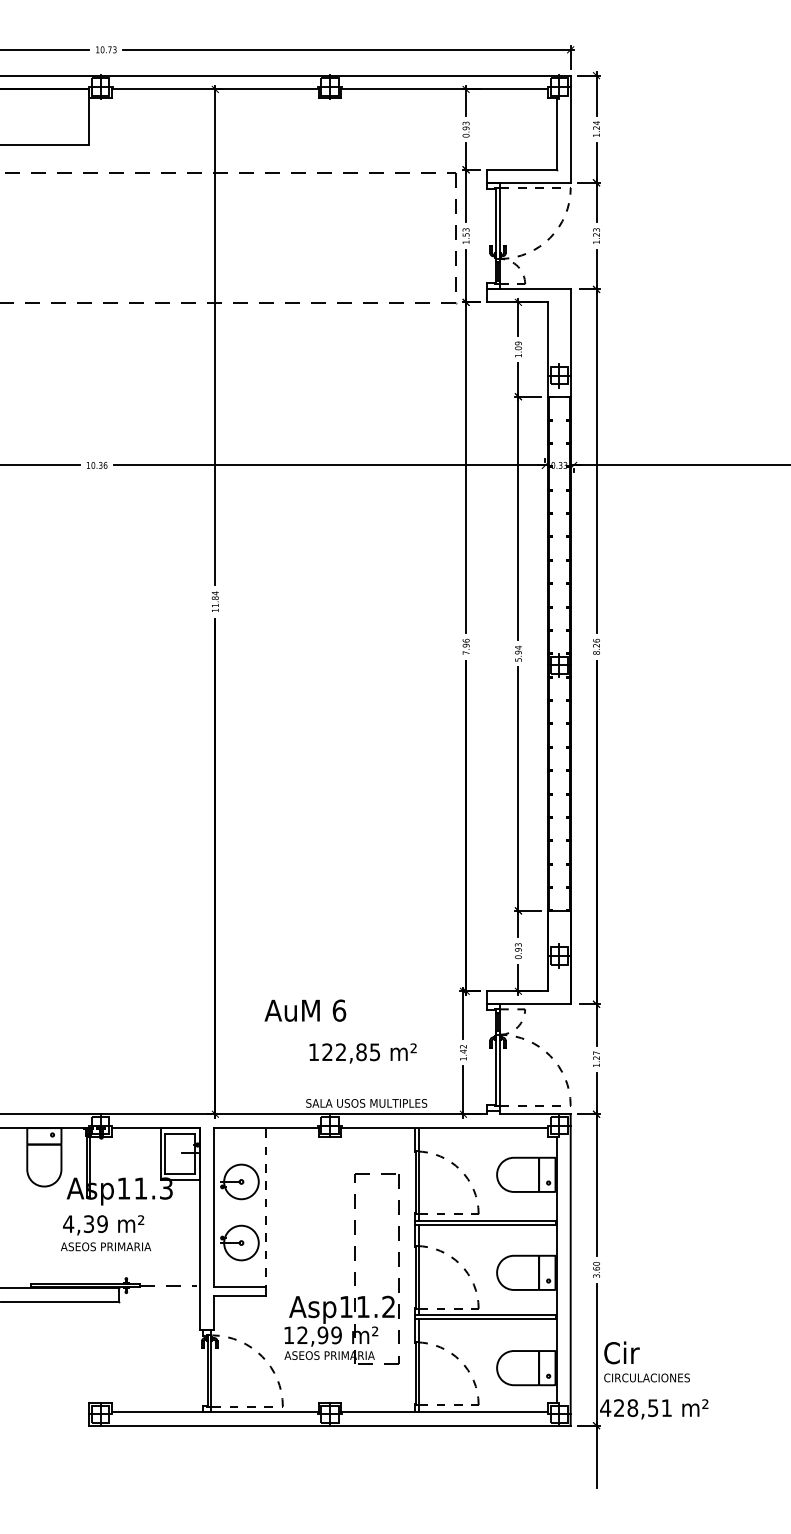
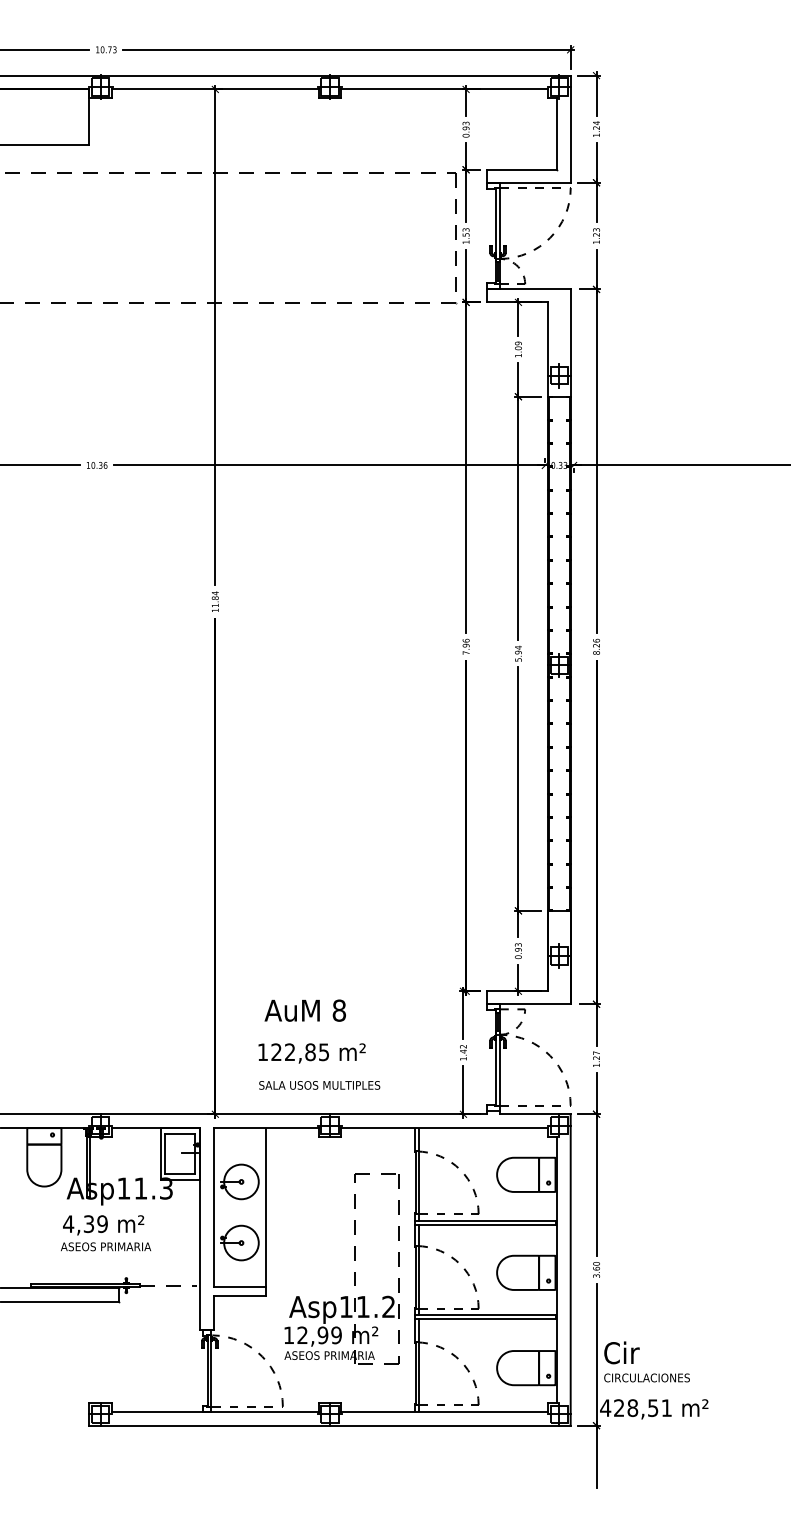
text at (339, 1010): 6 -> 8
text at (362, 1053) position: (362, 1053) -> (311, 1053)
text at (366, 1103) position: (366, 1103) -> (319, 1085)
line at (266, 1208): dashed -> solid
